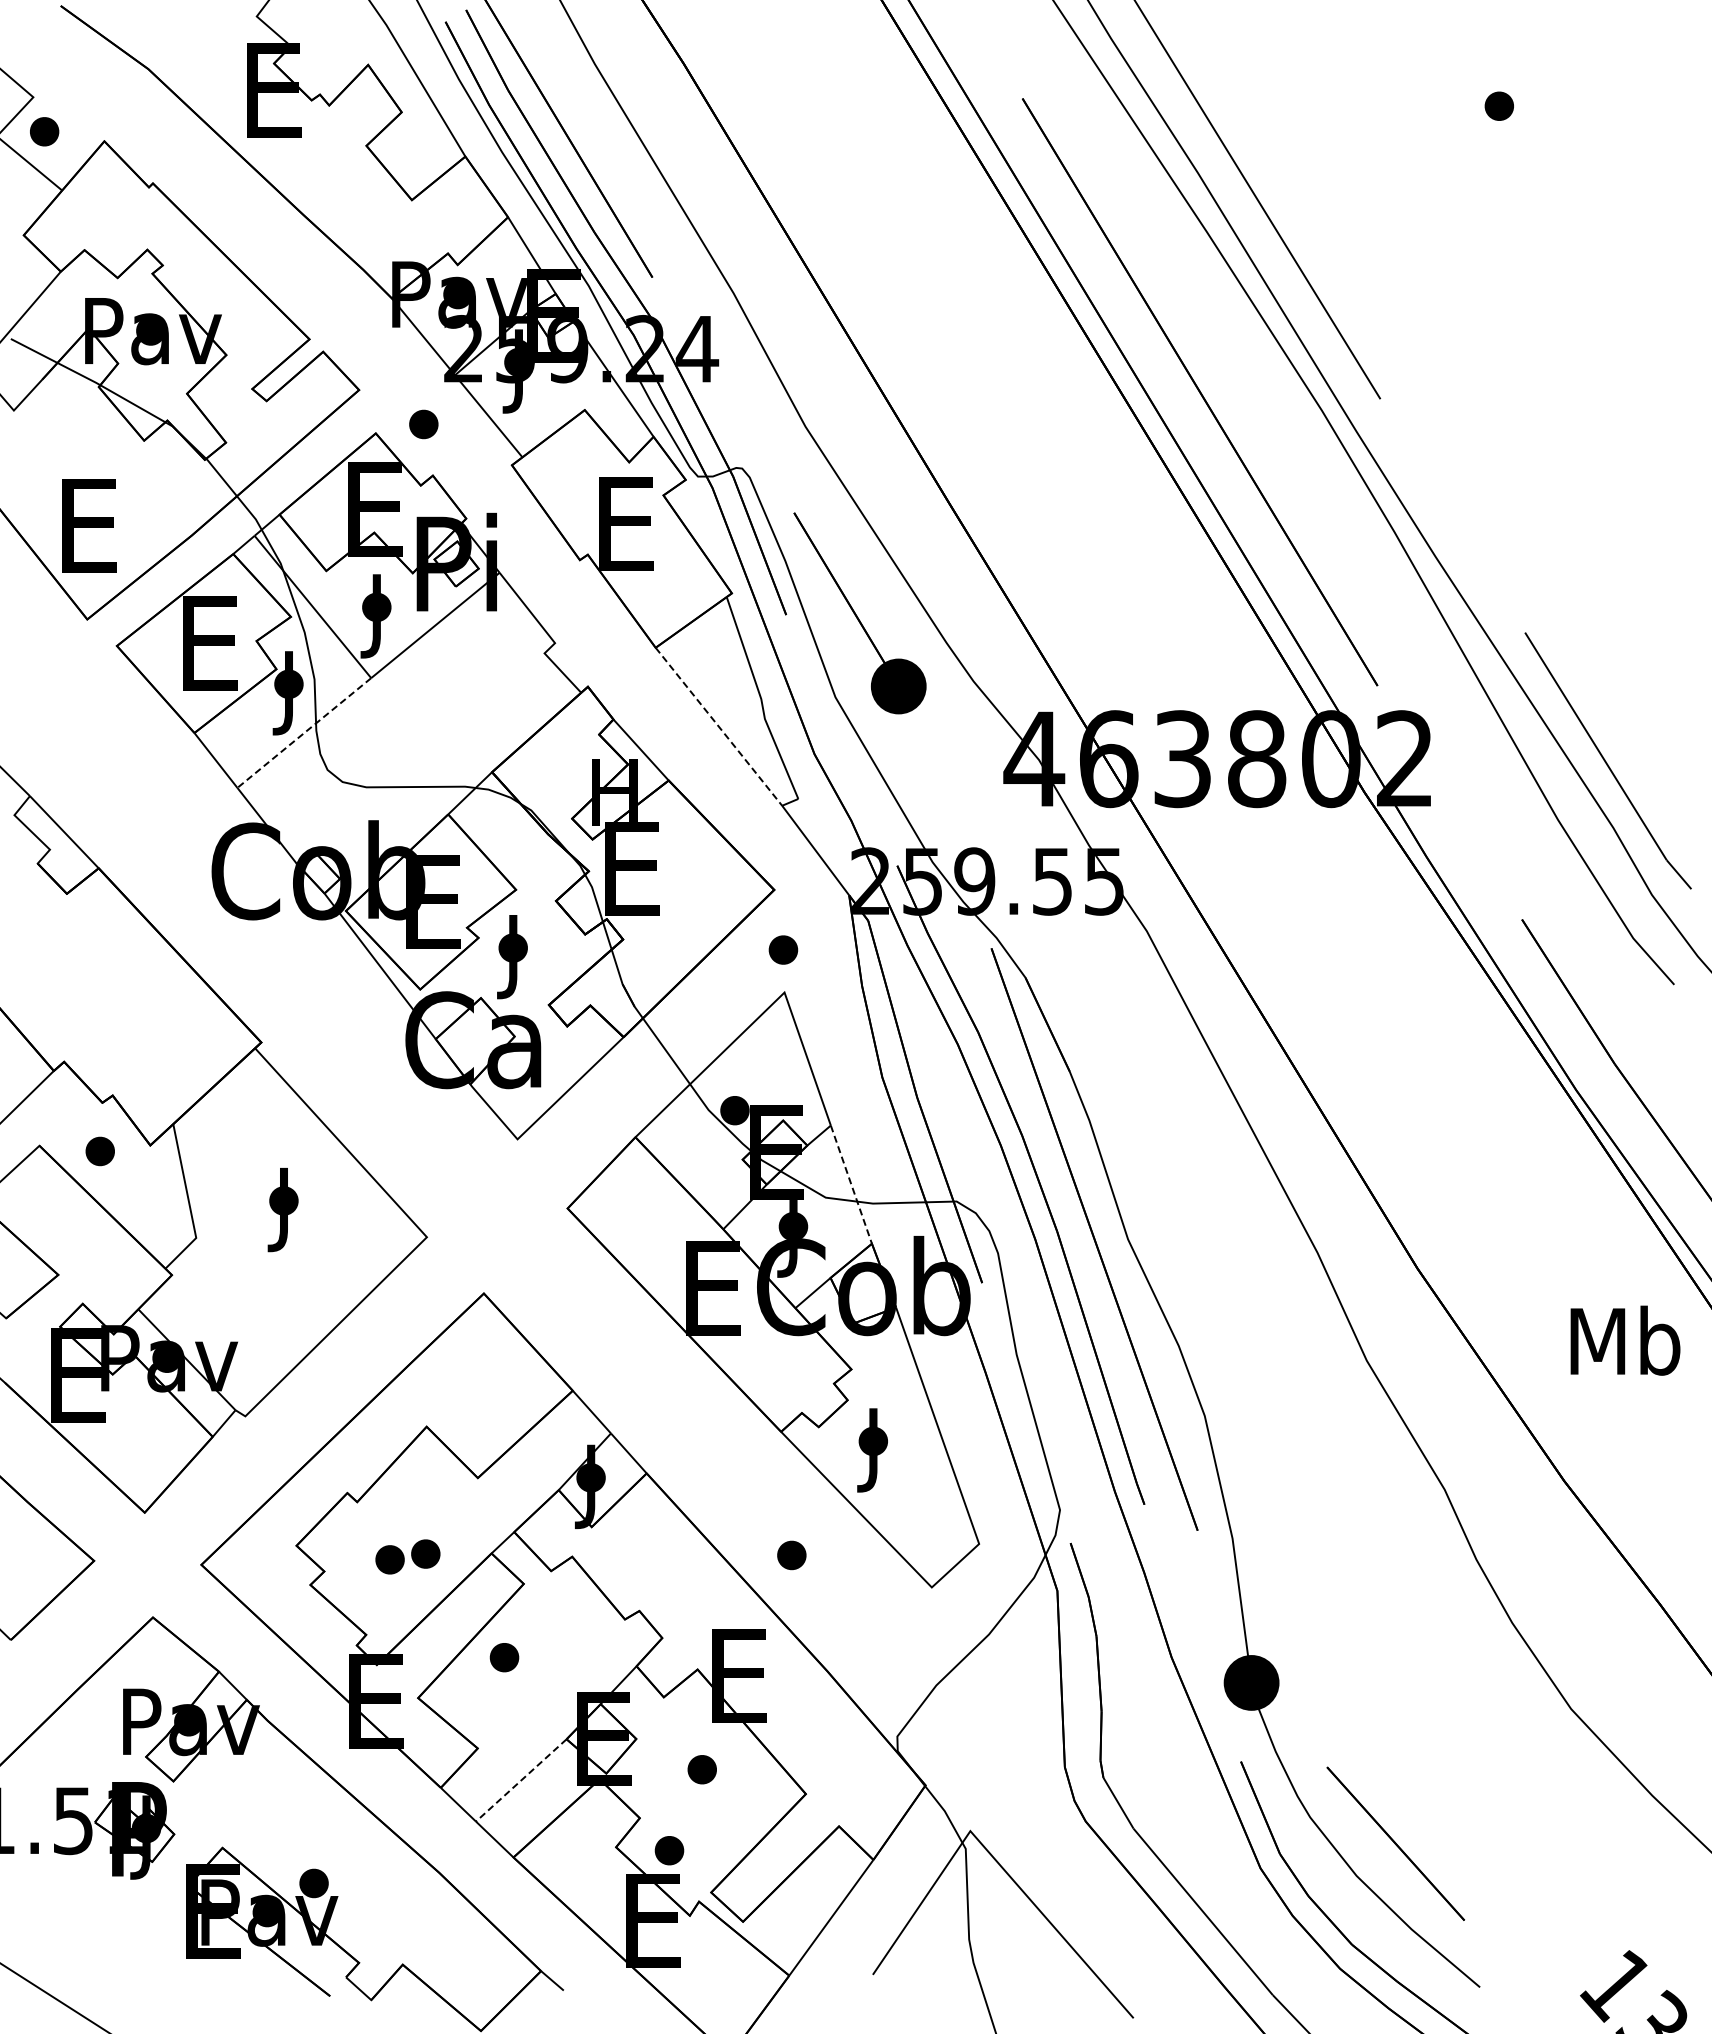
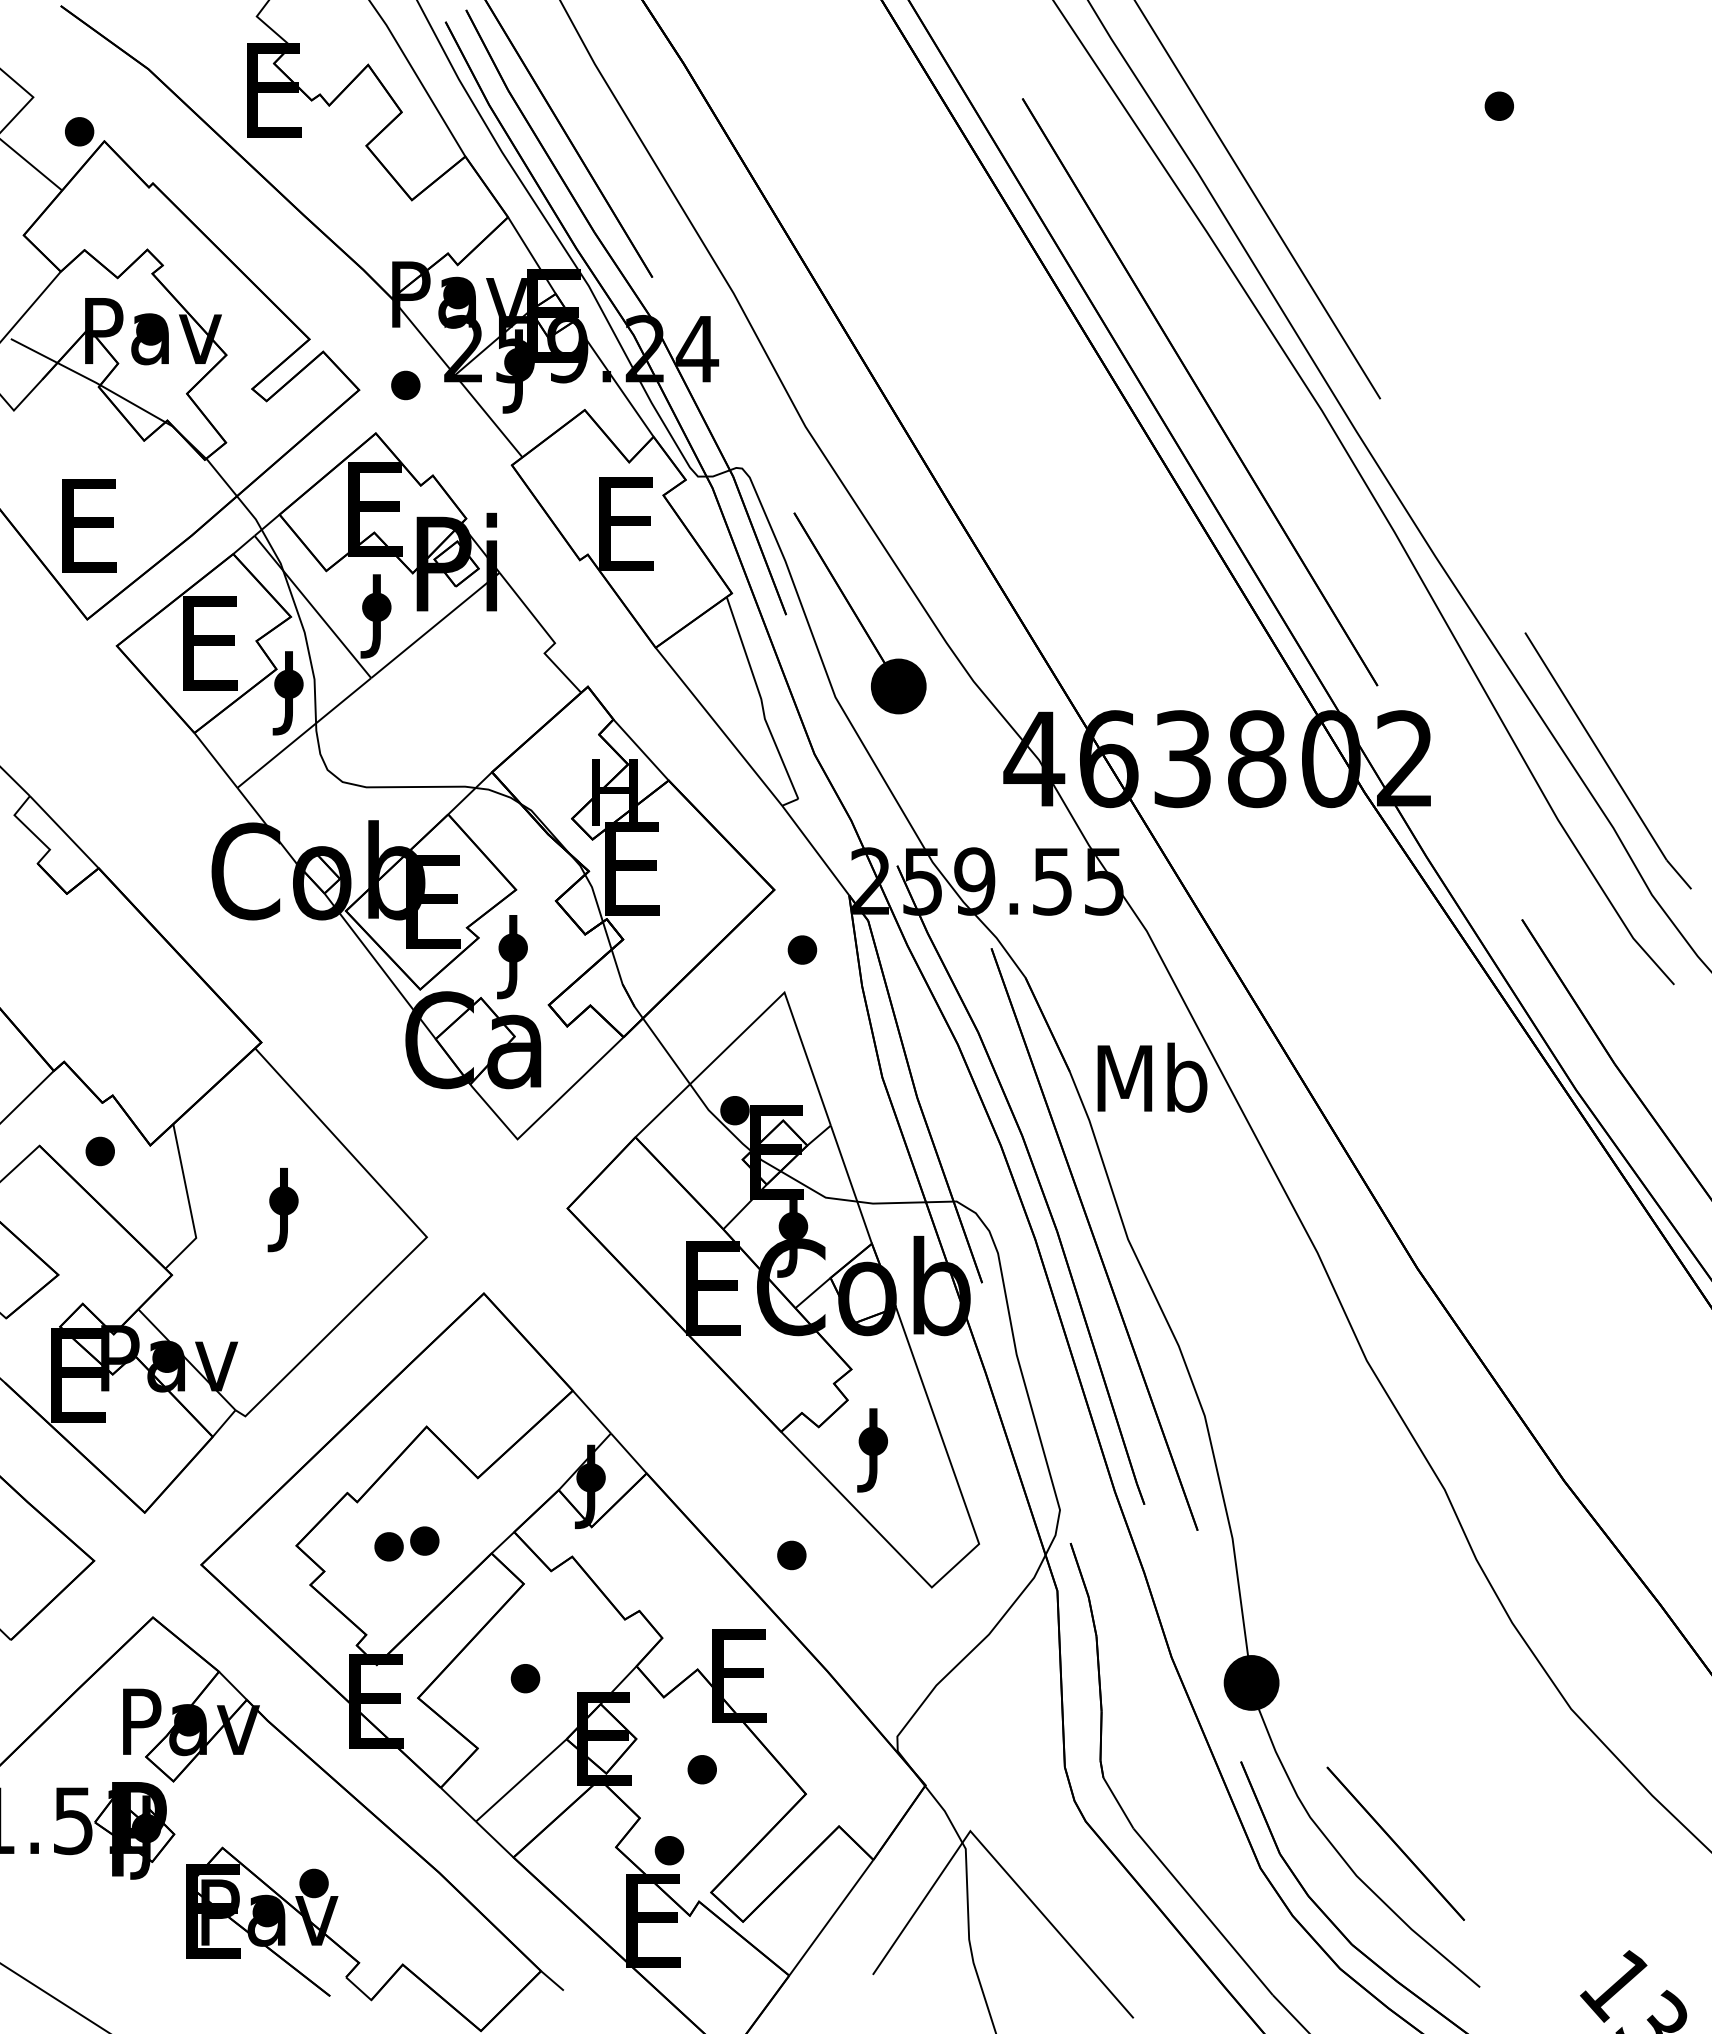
part at (44, 131) position: (44, 131) -> (79, 131)
part at (423, 424) position: (423, 424) -> (405, 385)
line at (719, 727): dashed -> solid
line at (304, 733): dashed -> solid
part at (783, 949) position: (783, 949) -> (802, 949)
line at (851, 1184): dashed -> solid
text at (1625, 1340) position: (1625, 1340) -> (1152, 1077)
part at (407, 1556) position: (407, 1556) -> (406, 1543)
part at (504, 1657) position: (504, 1657) -> (525, 1678)
line at (520, 1780): dashed -> solid
